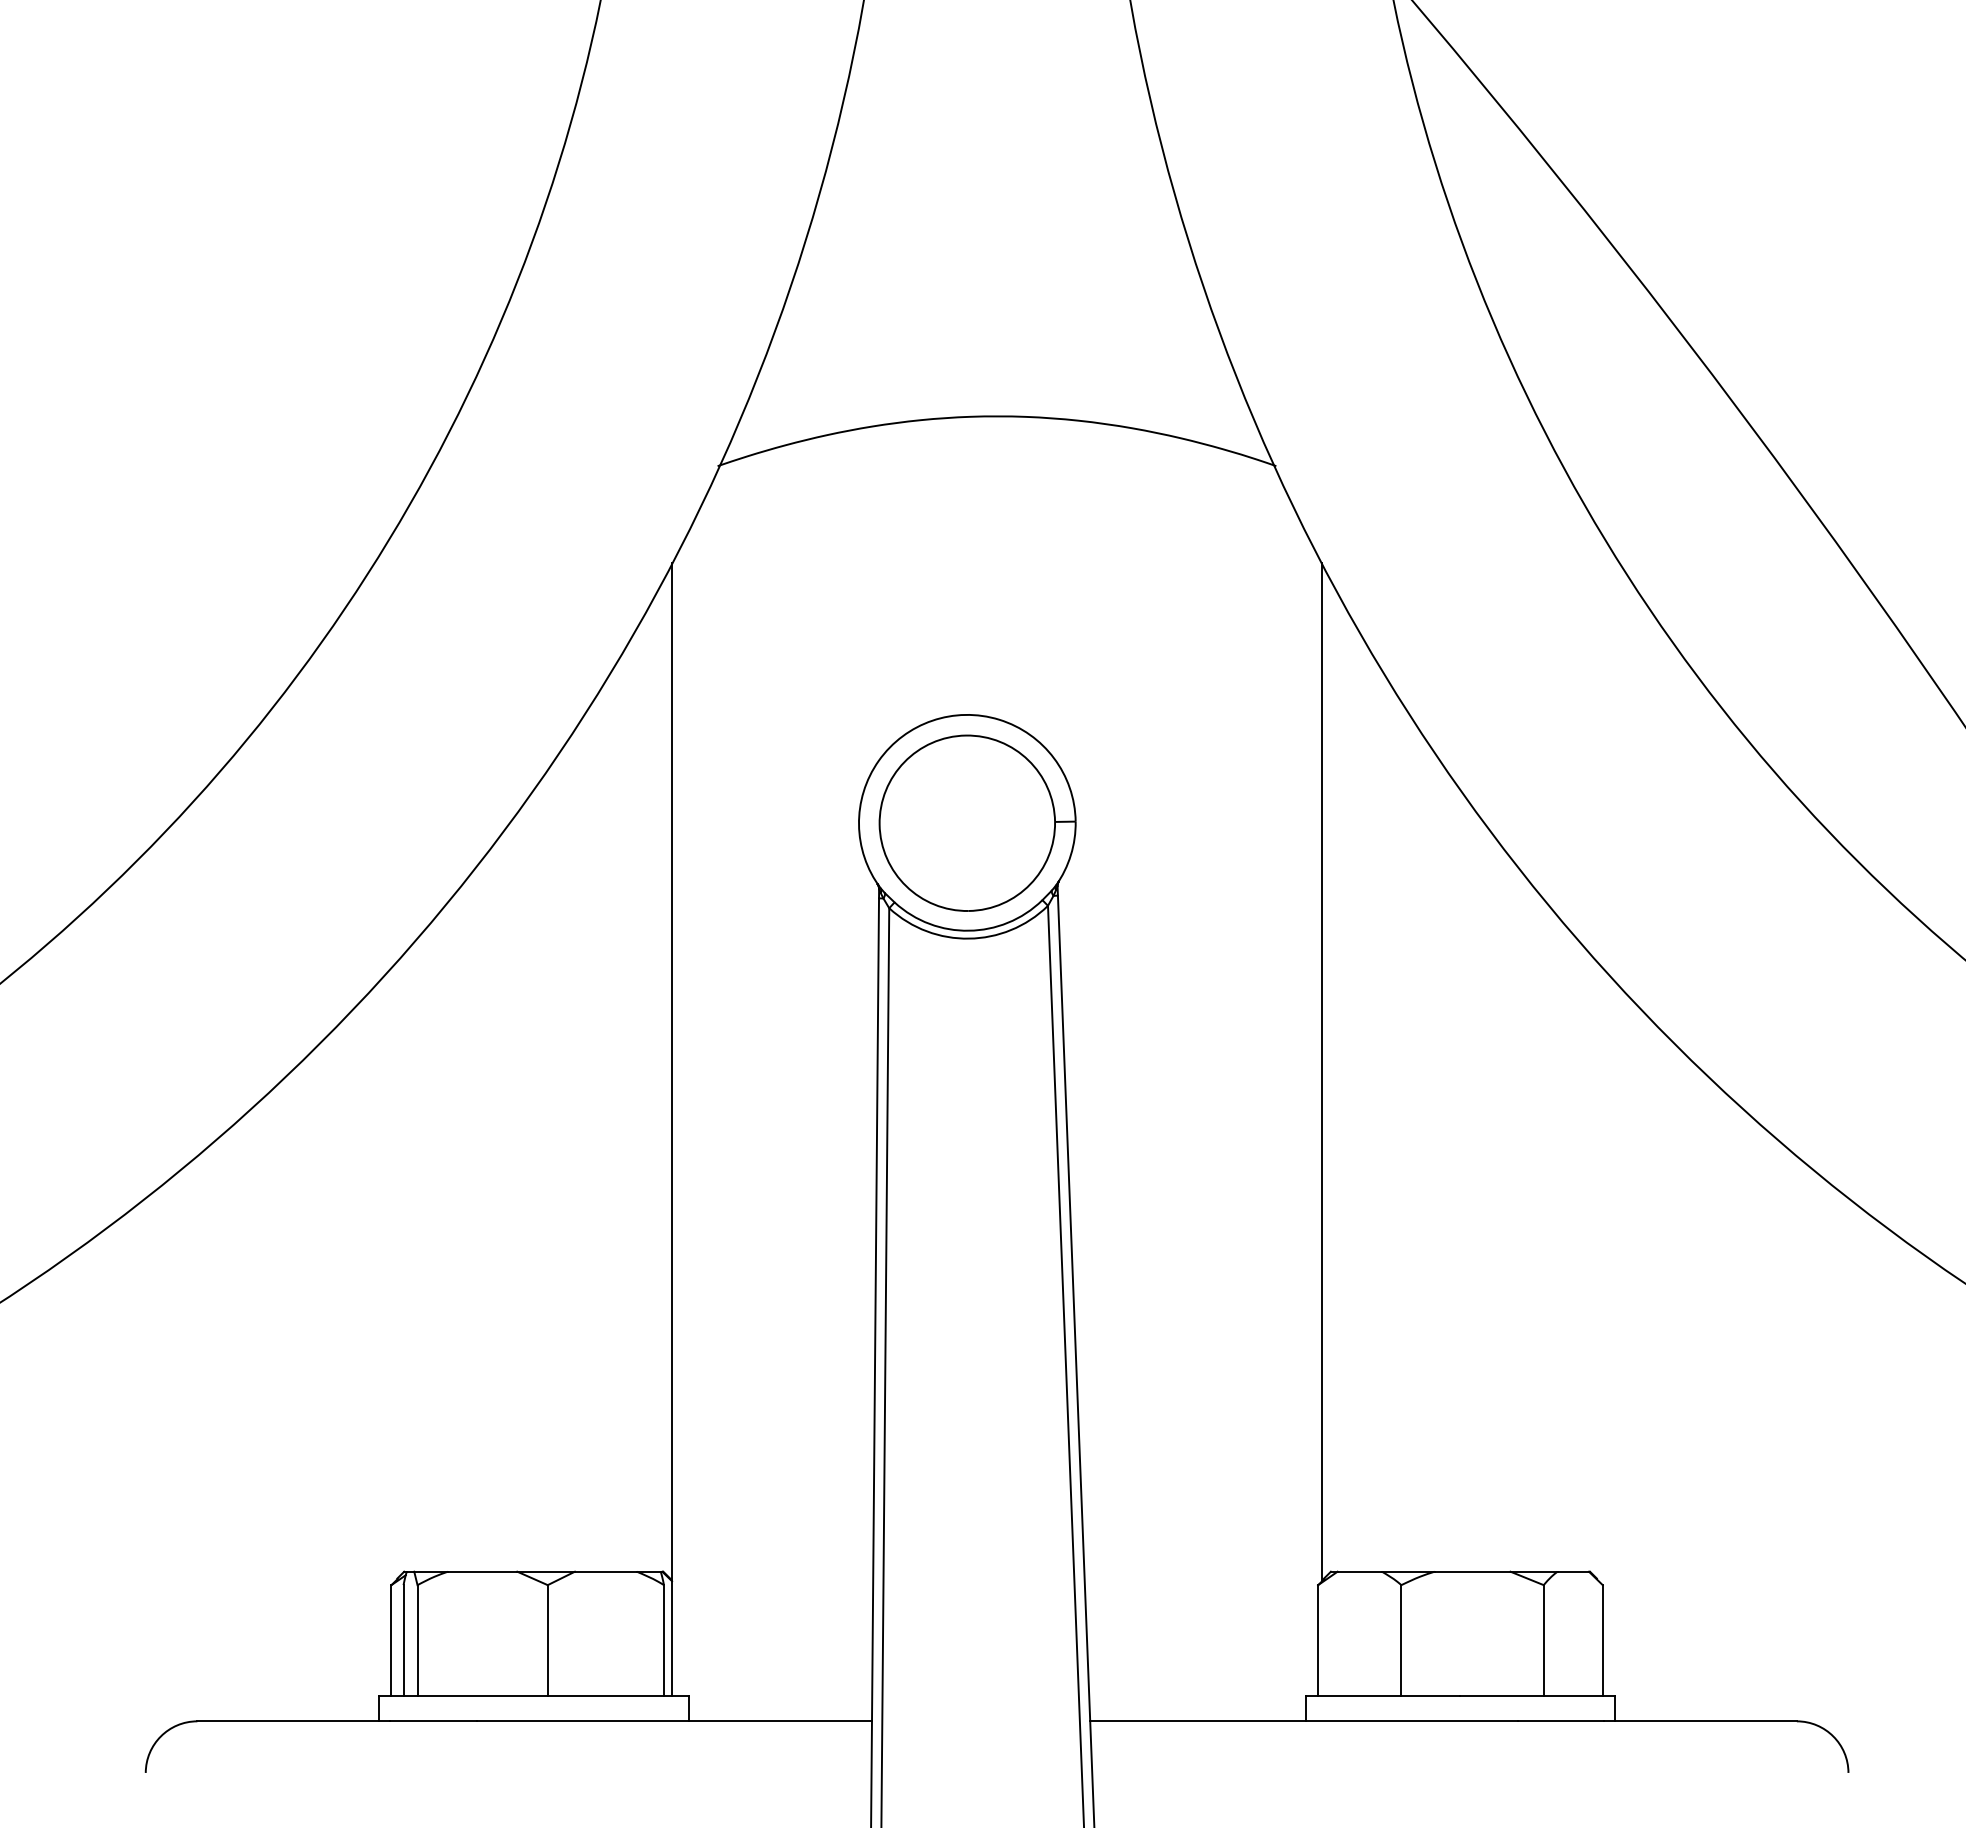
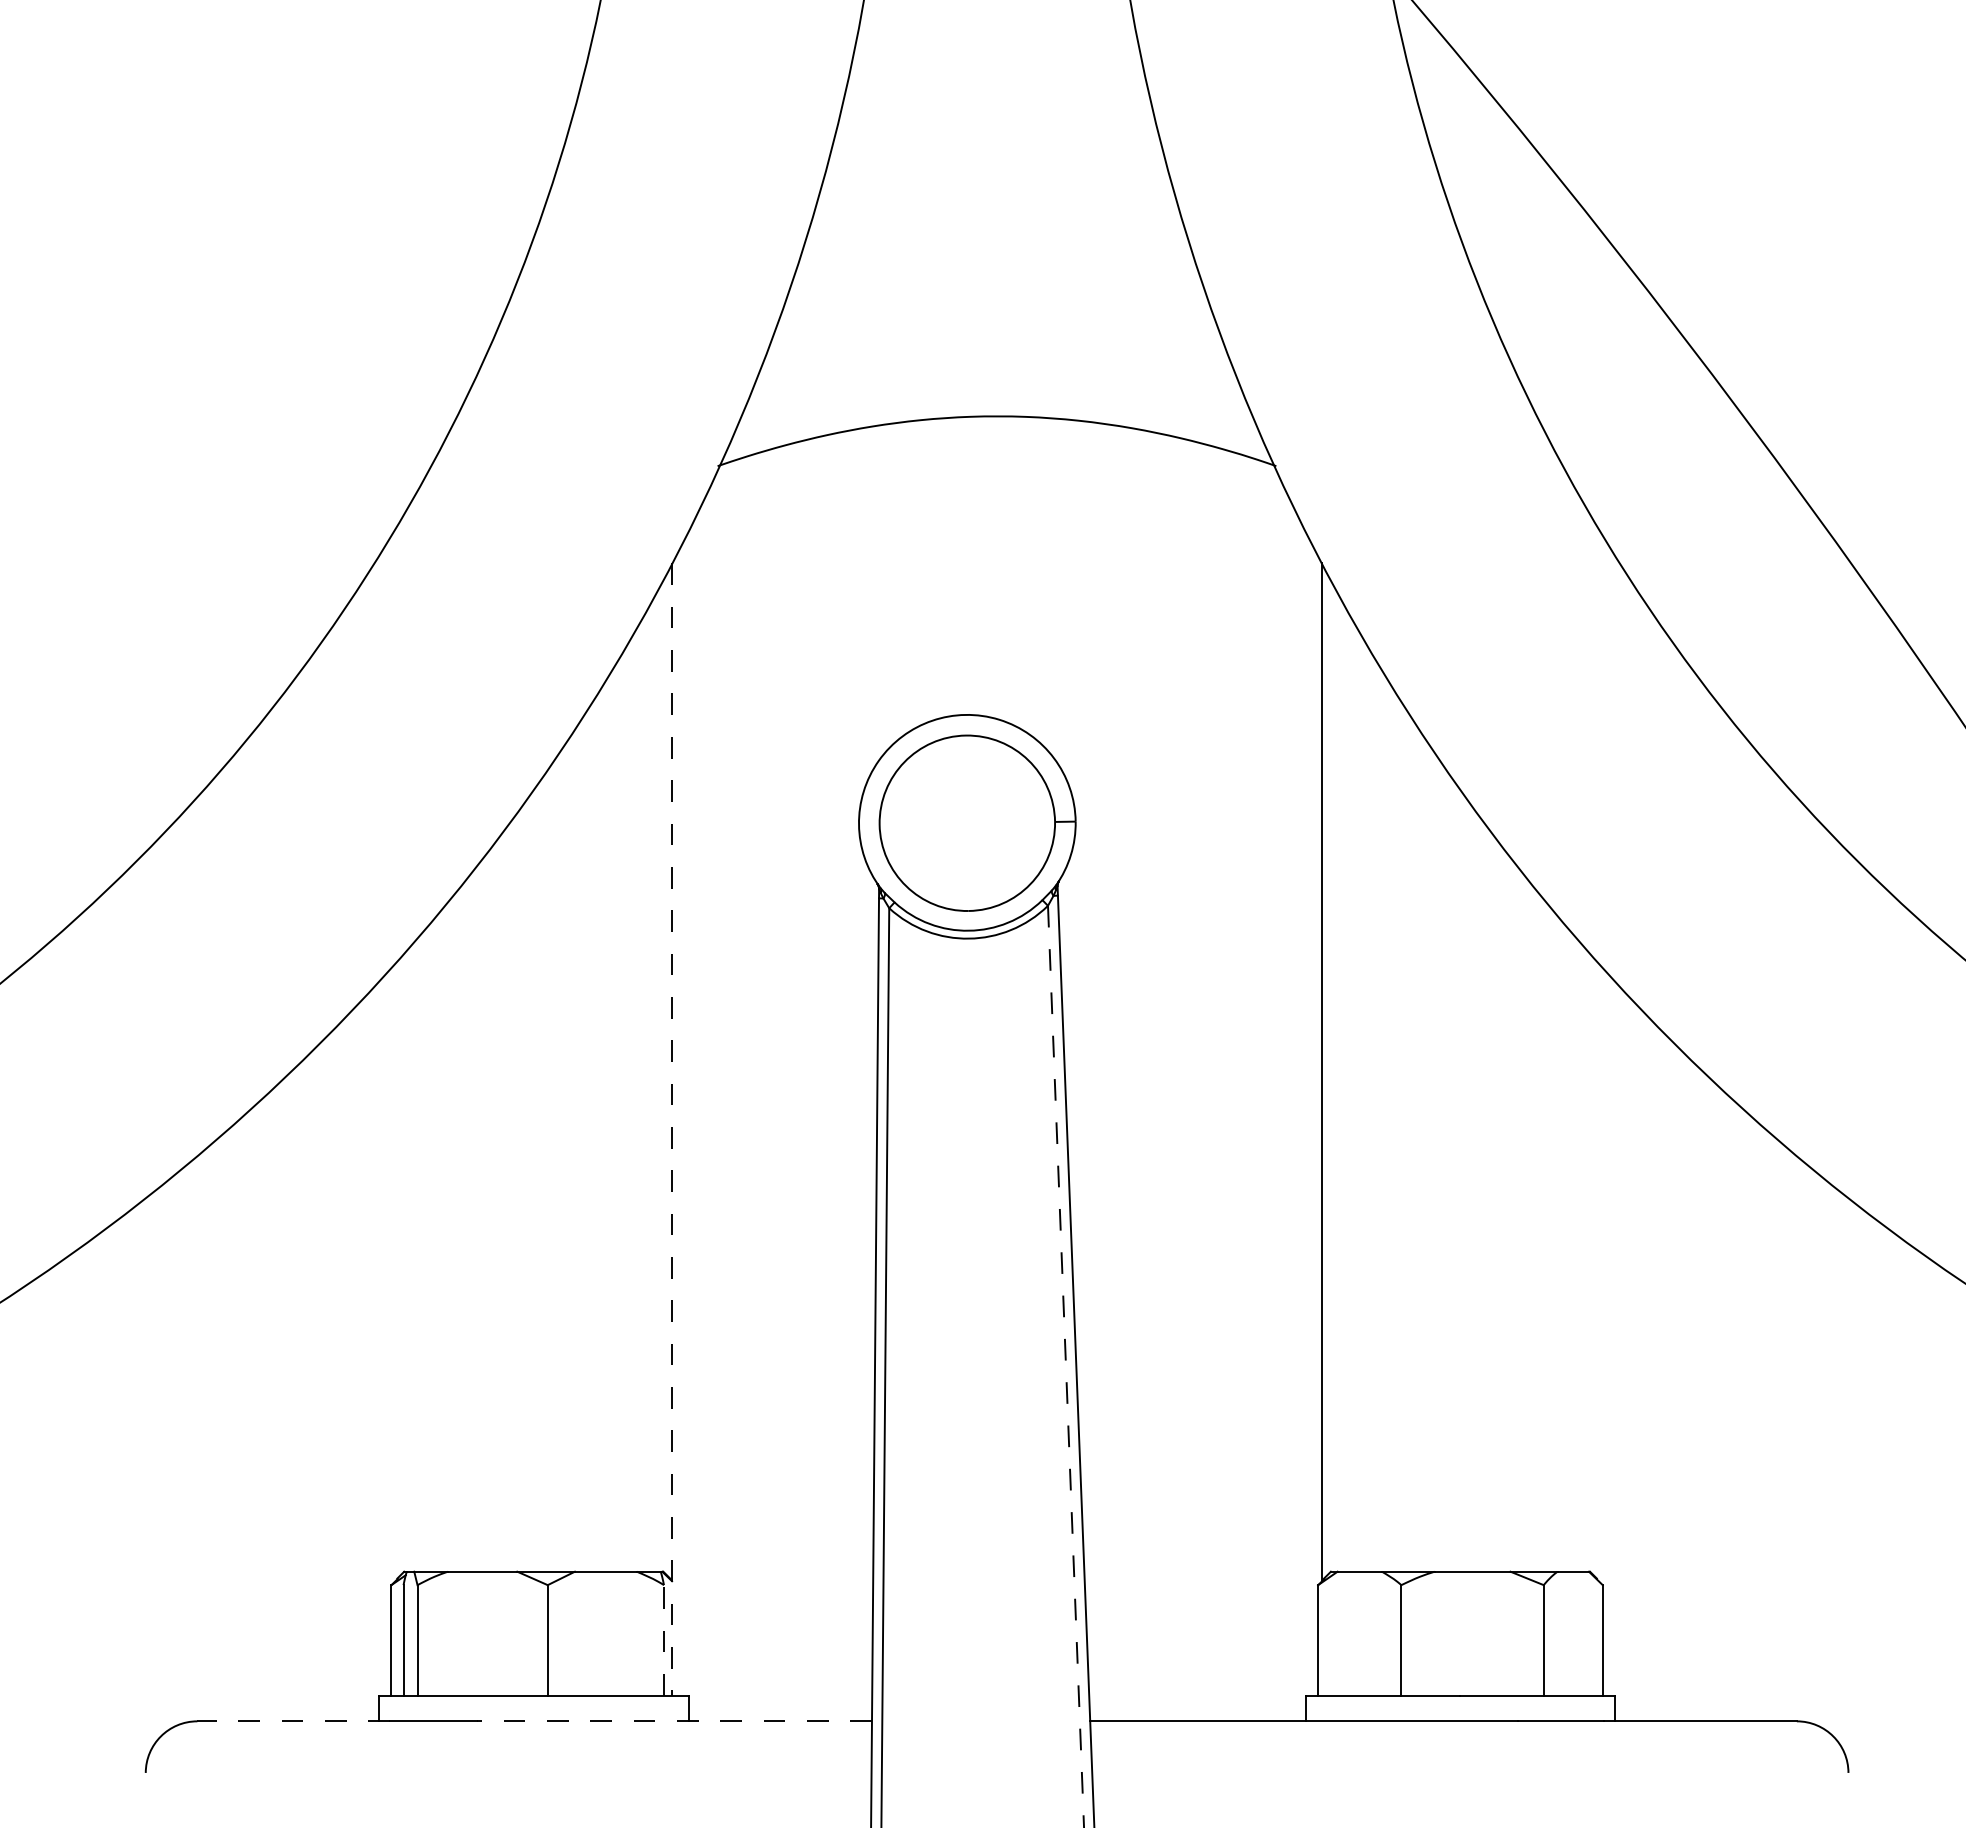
line at (672, 1130): solid -> dashed
line at (1066, 1367): solid -> dashed
line at (664, 1639): solid -> dashed
line at (293, 1721): solid -> dashed
line at (674, 1721): solid -> dashed
